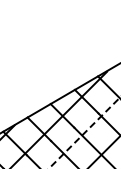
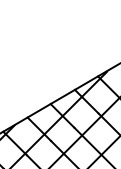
line at (85, 132): dashed -> solid
